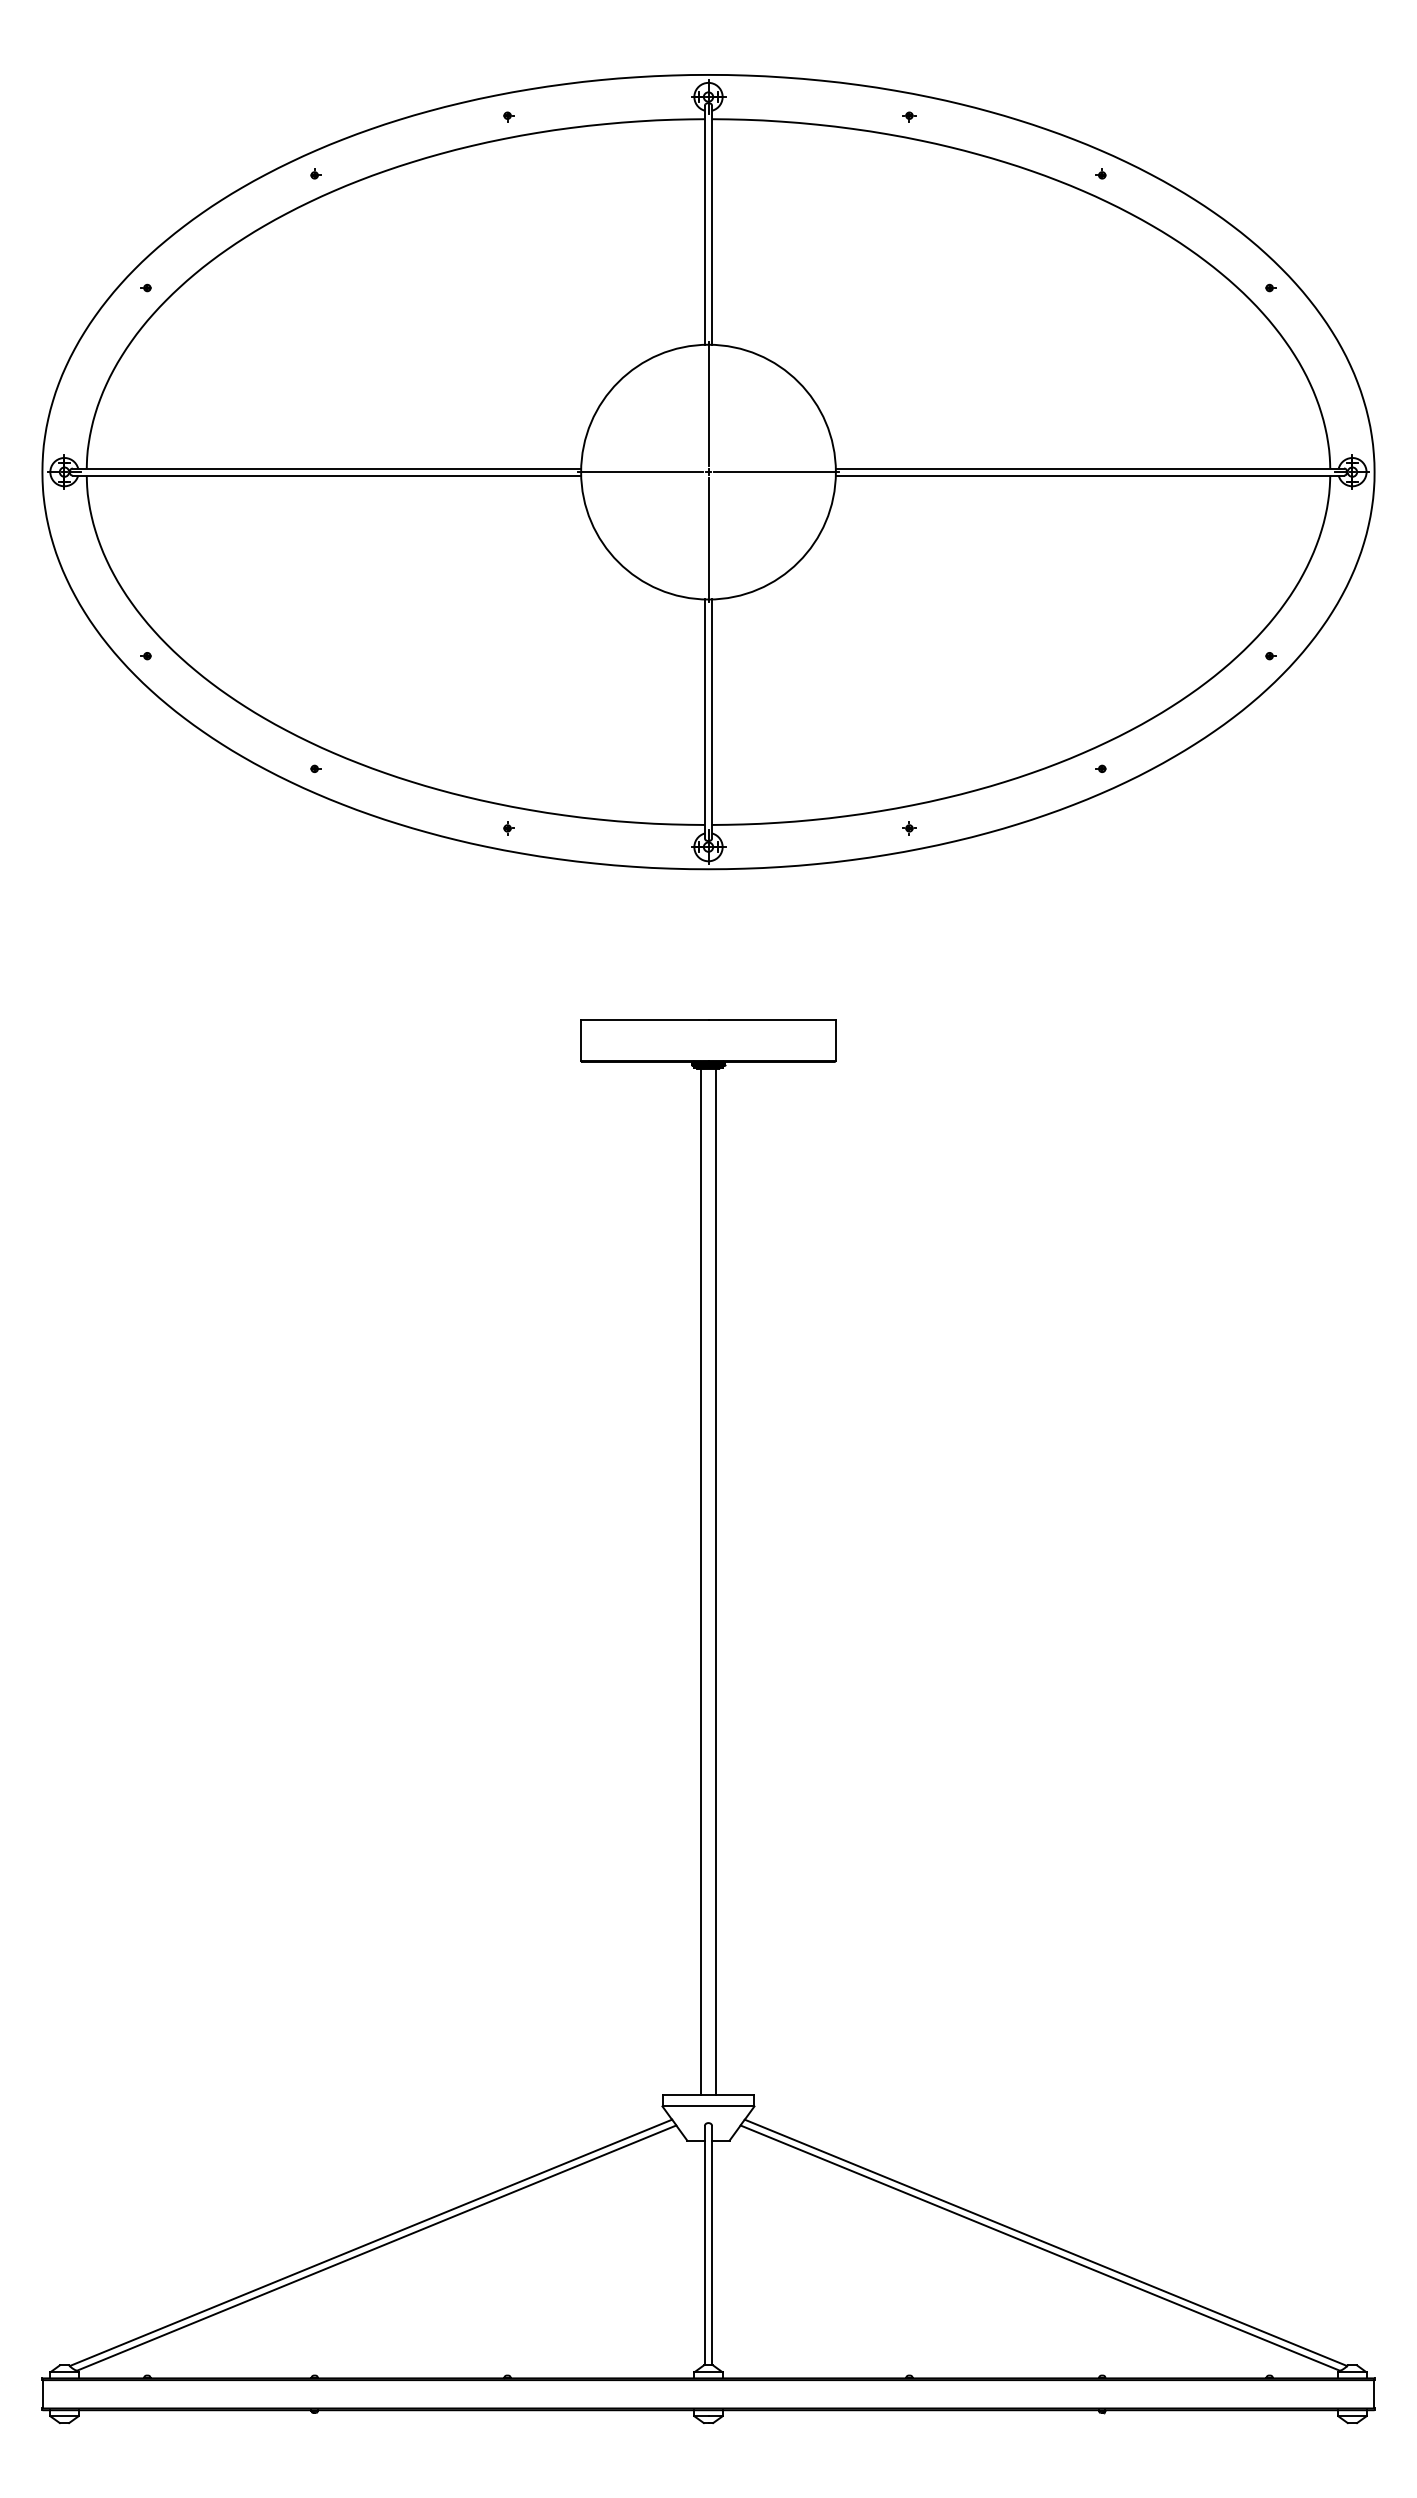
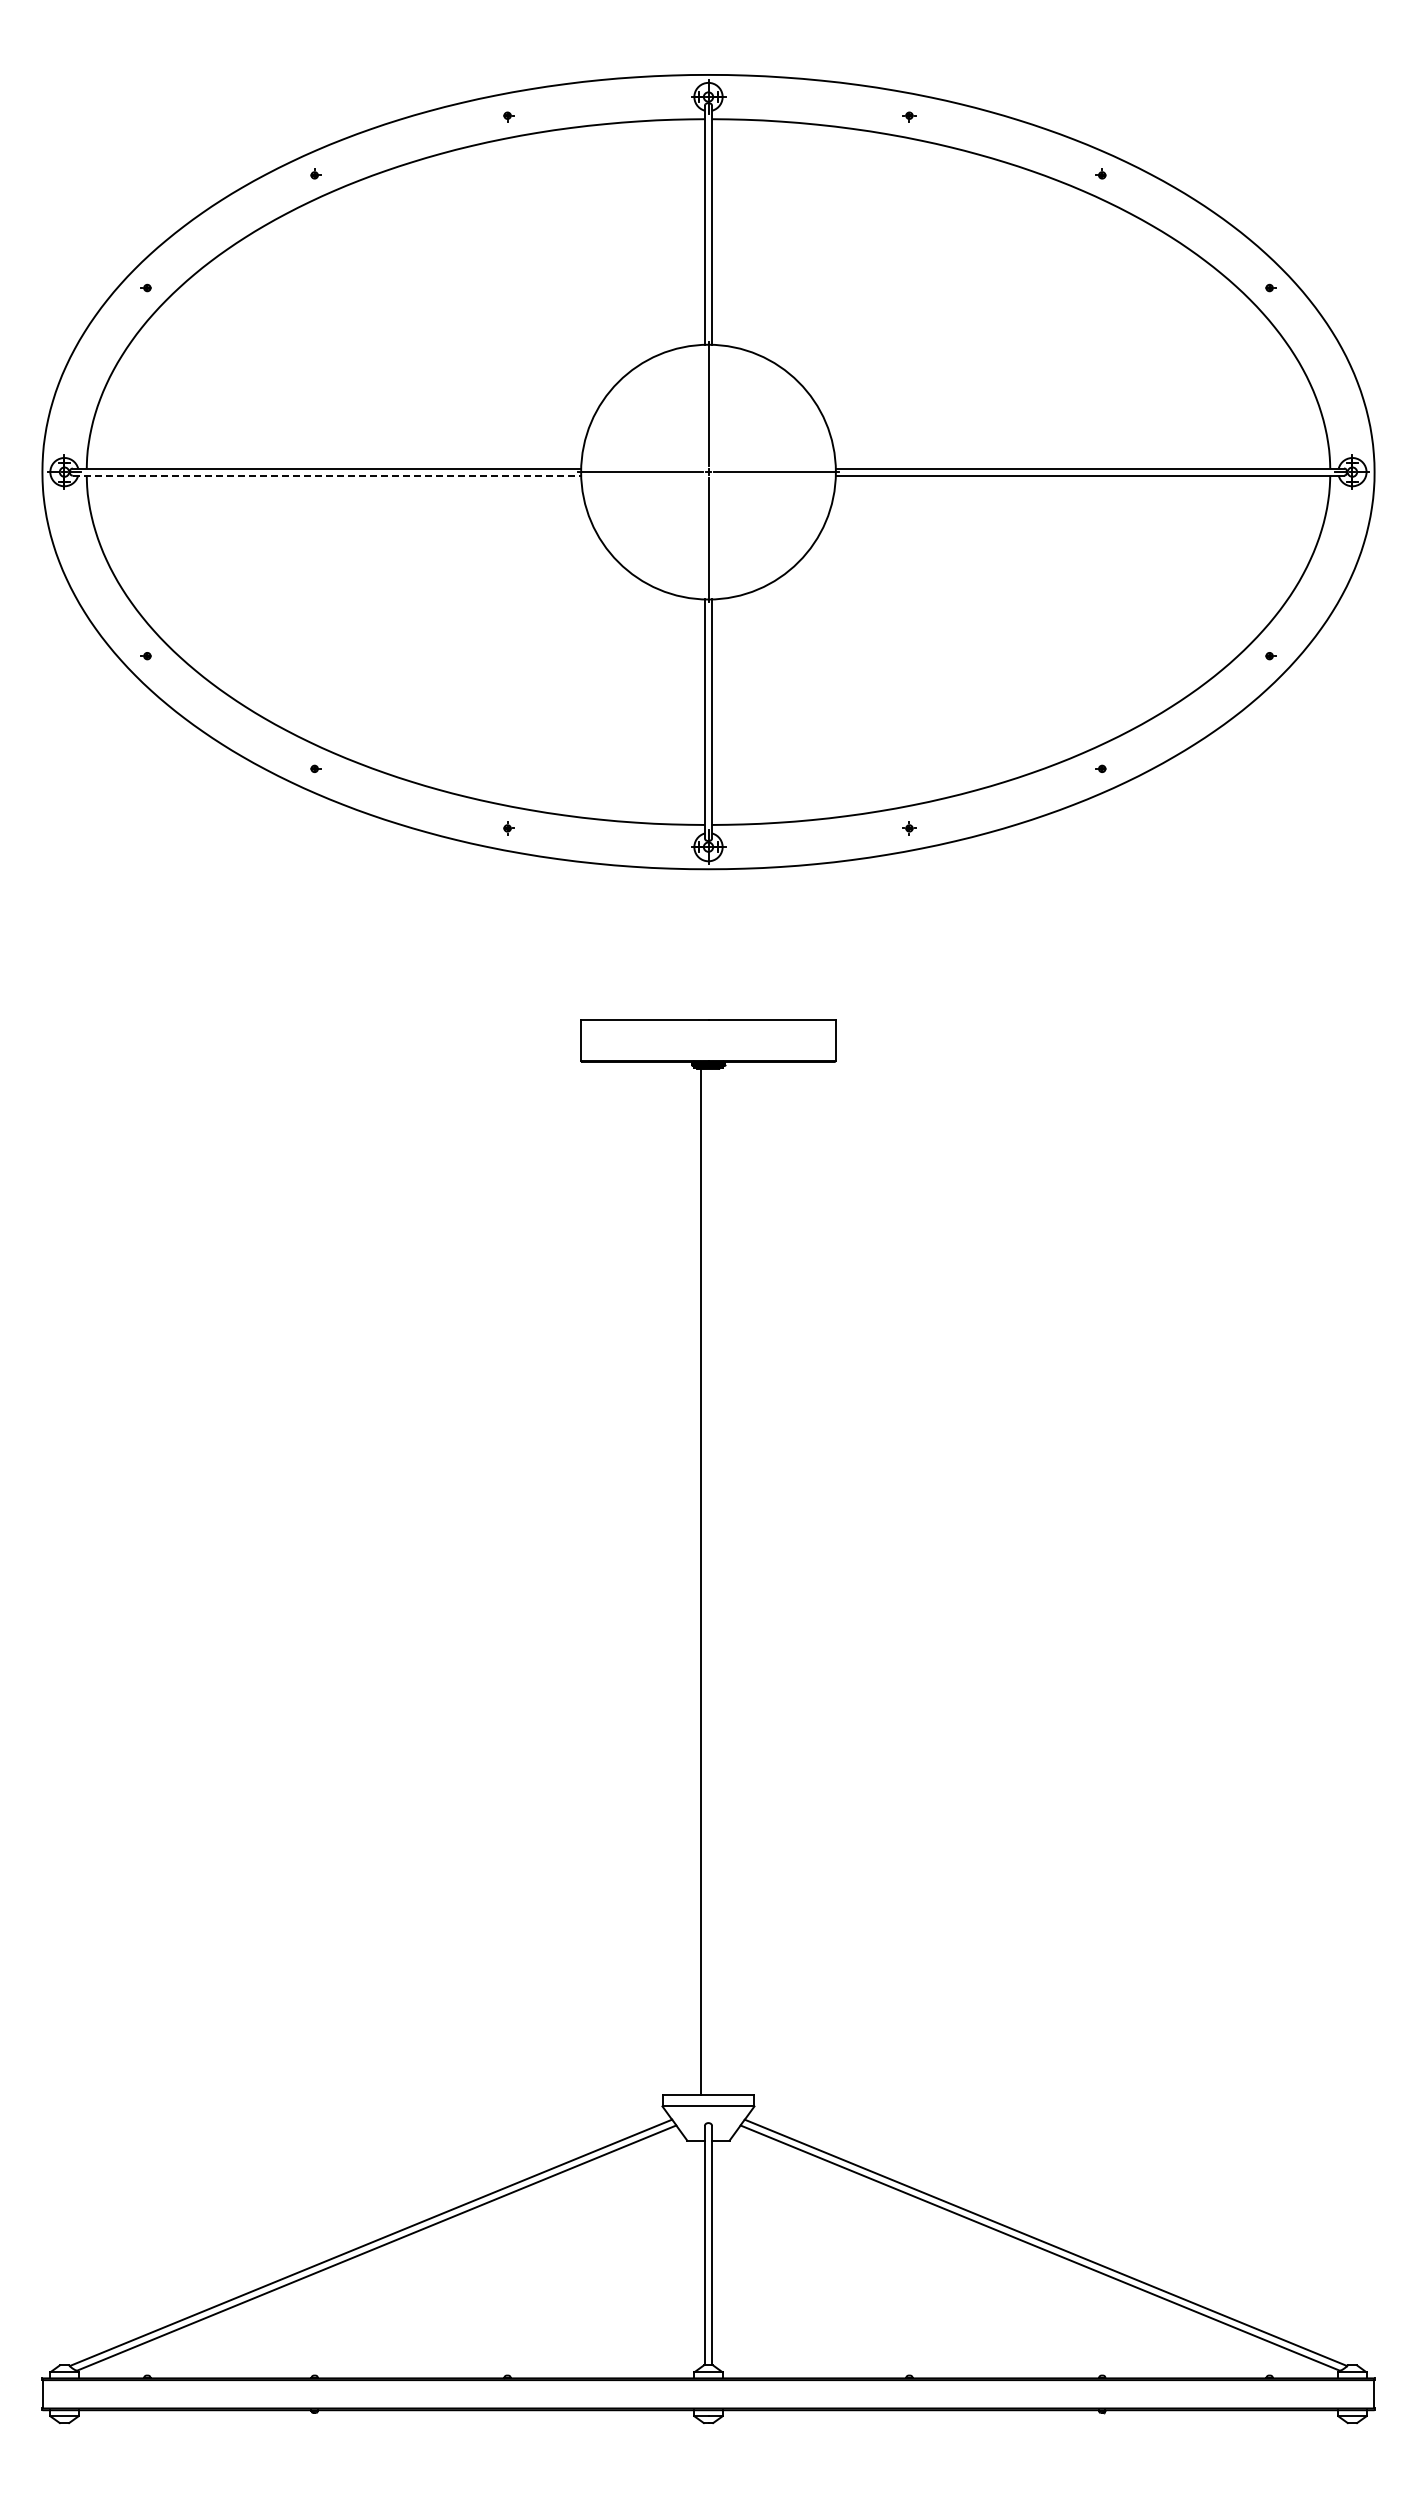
line at (327, 475): solid -> dashed
line at (715, 1581): present -> none
